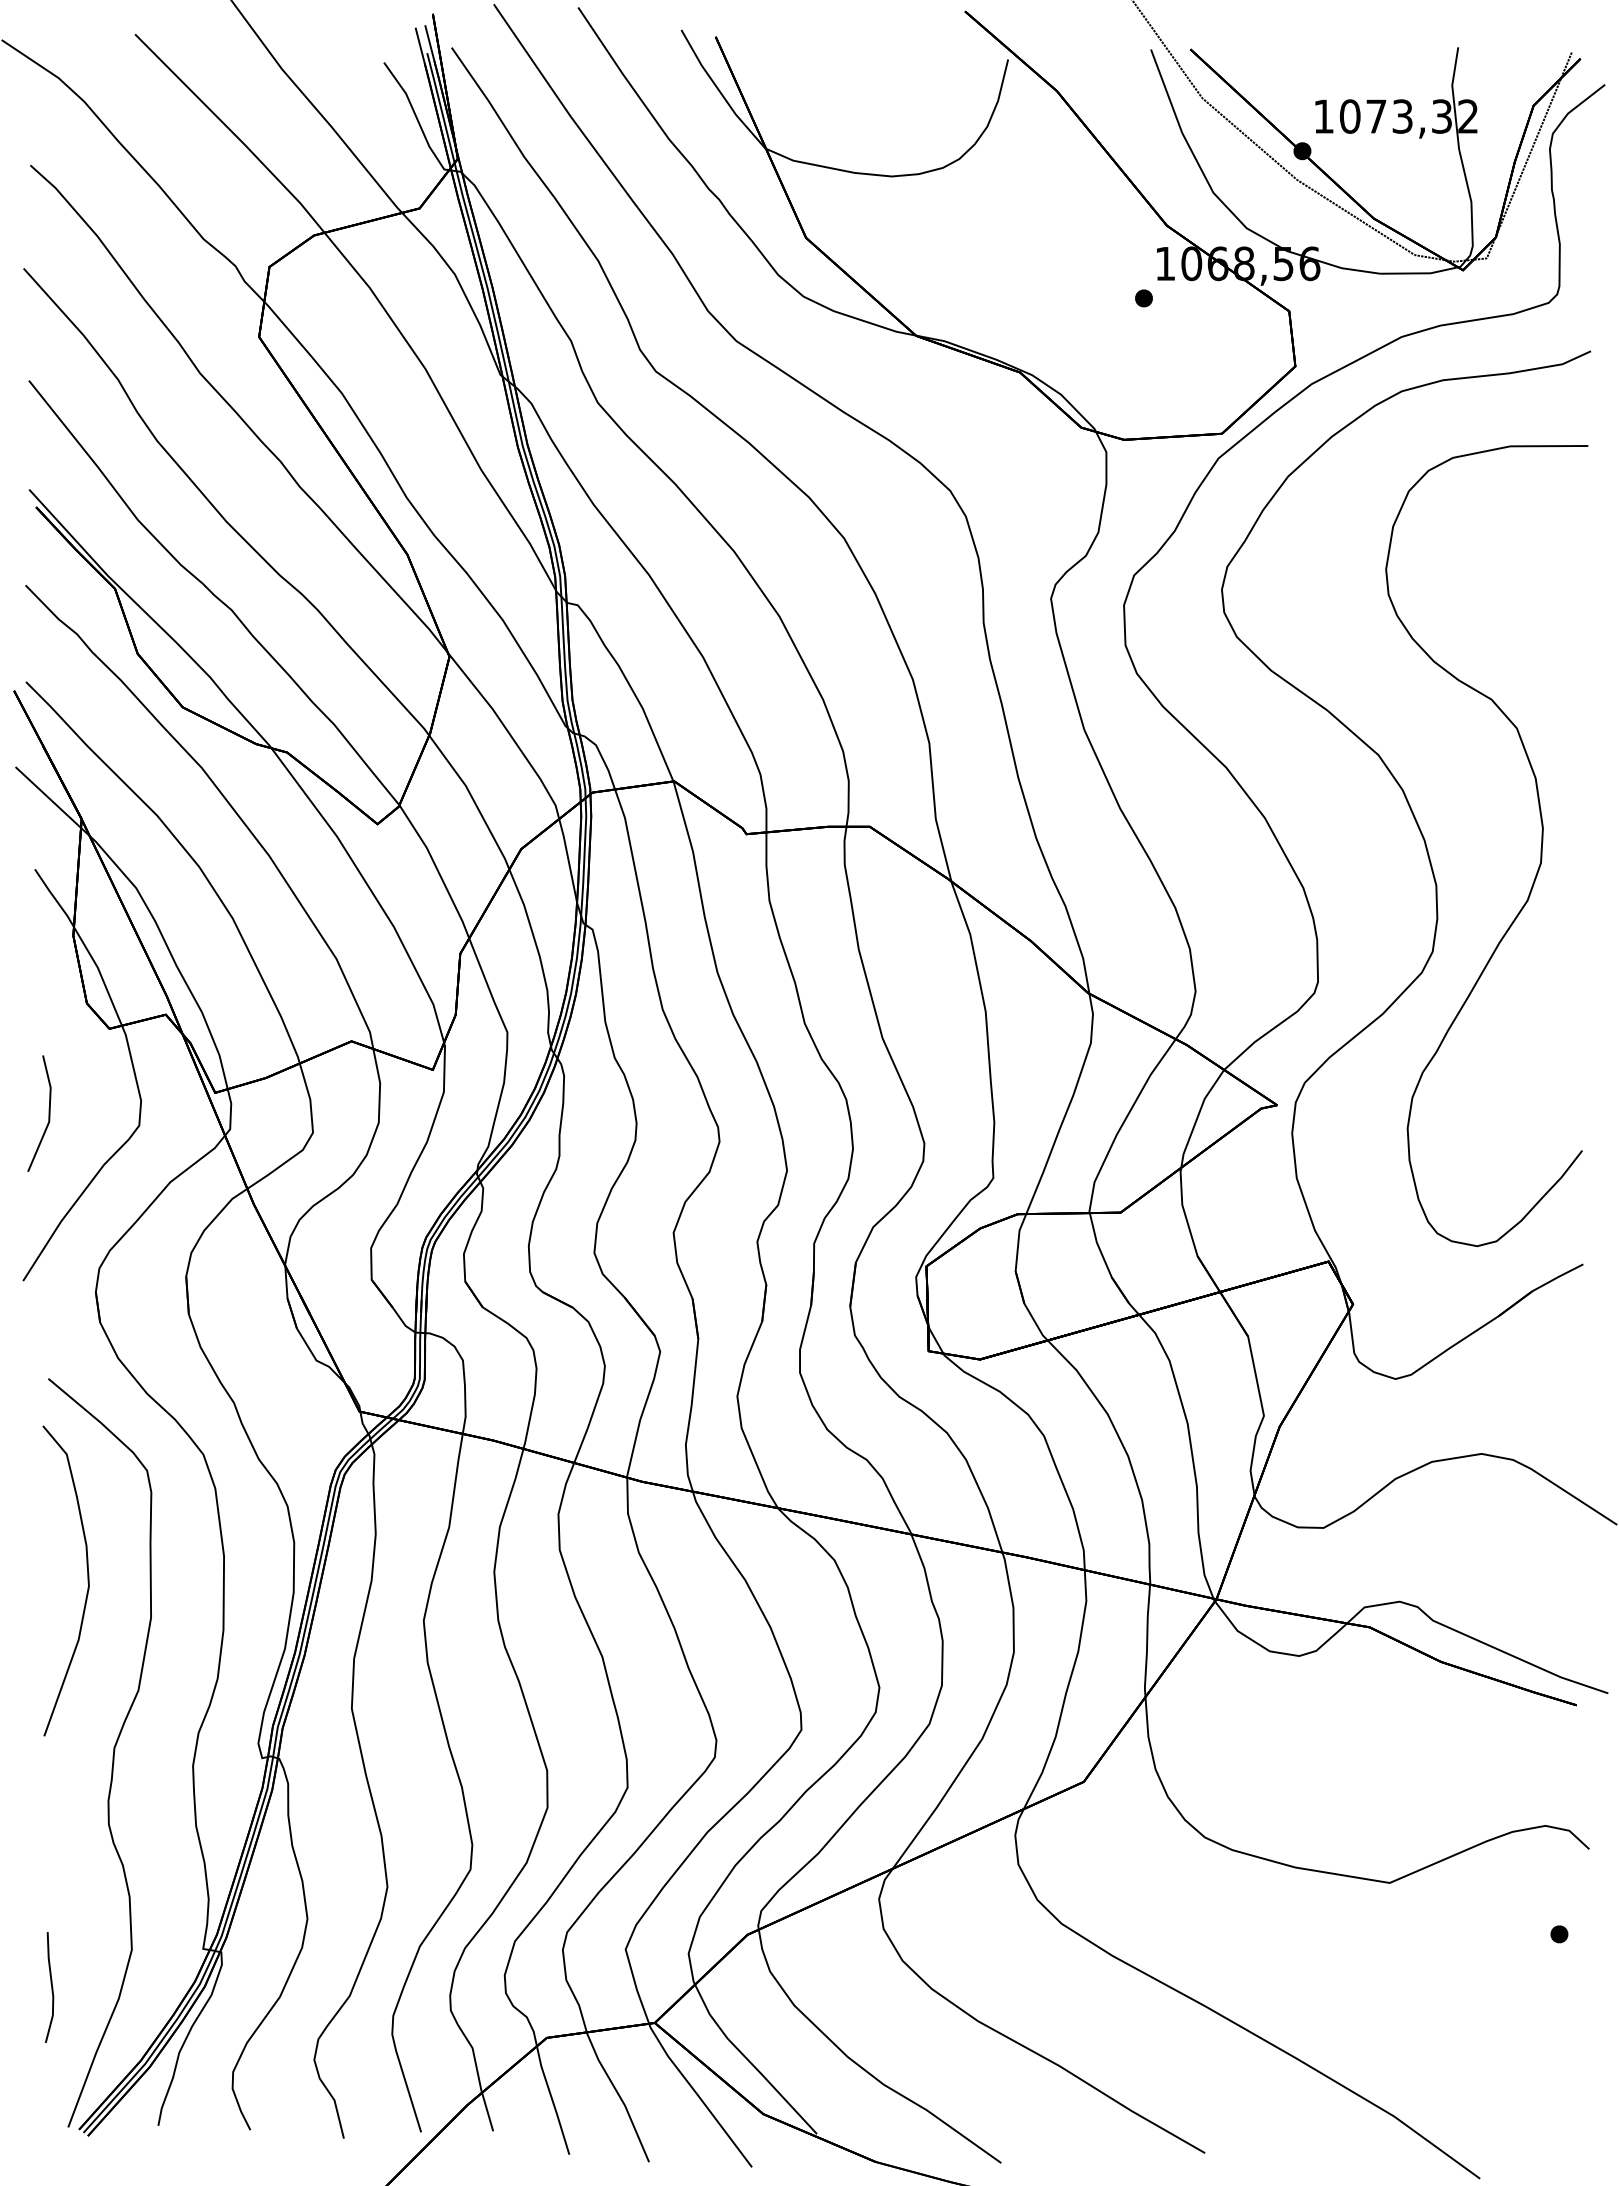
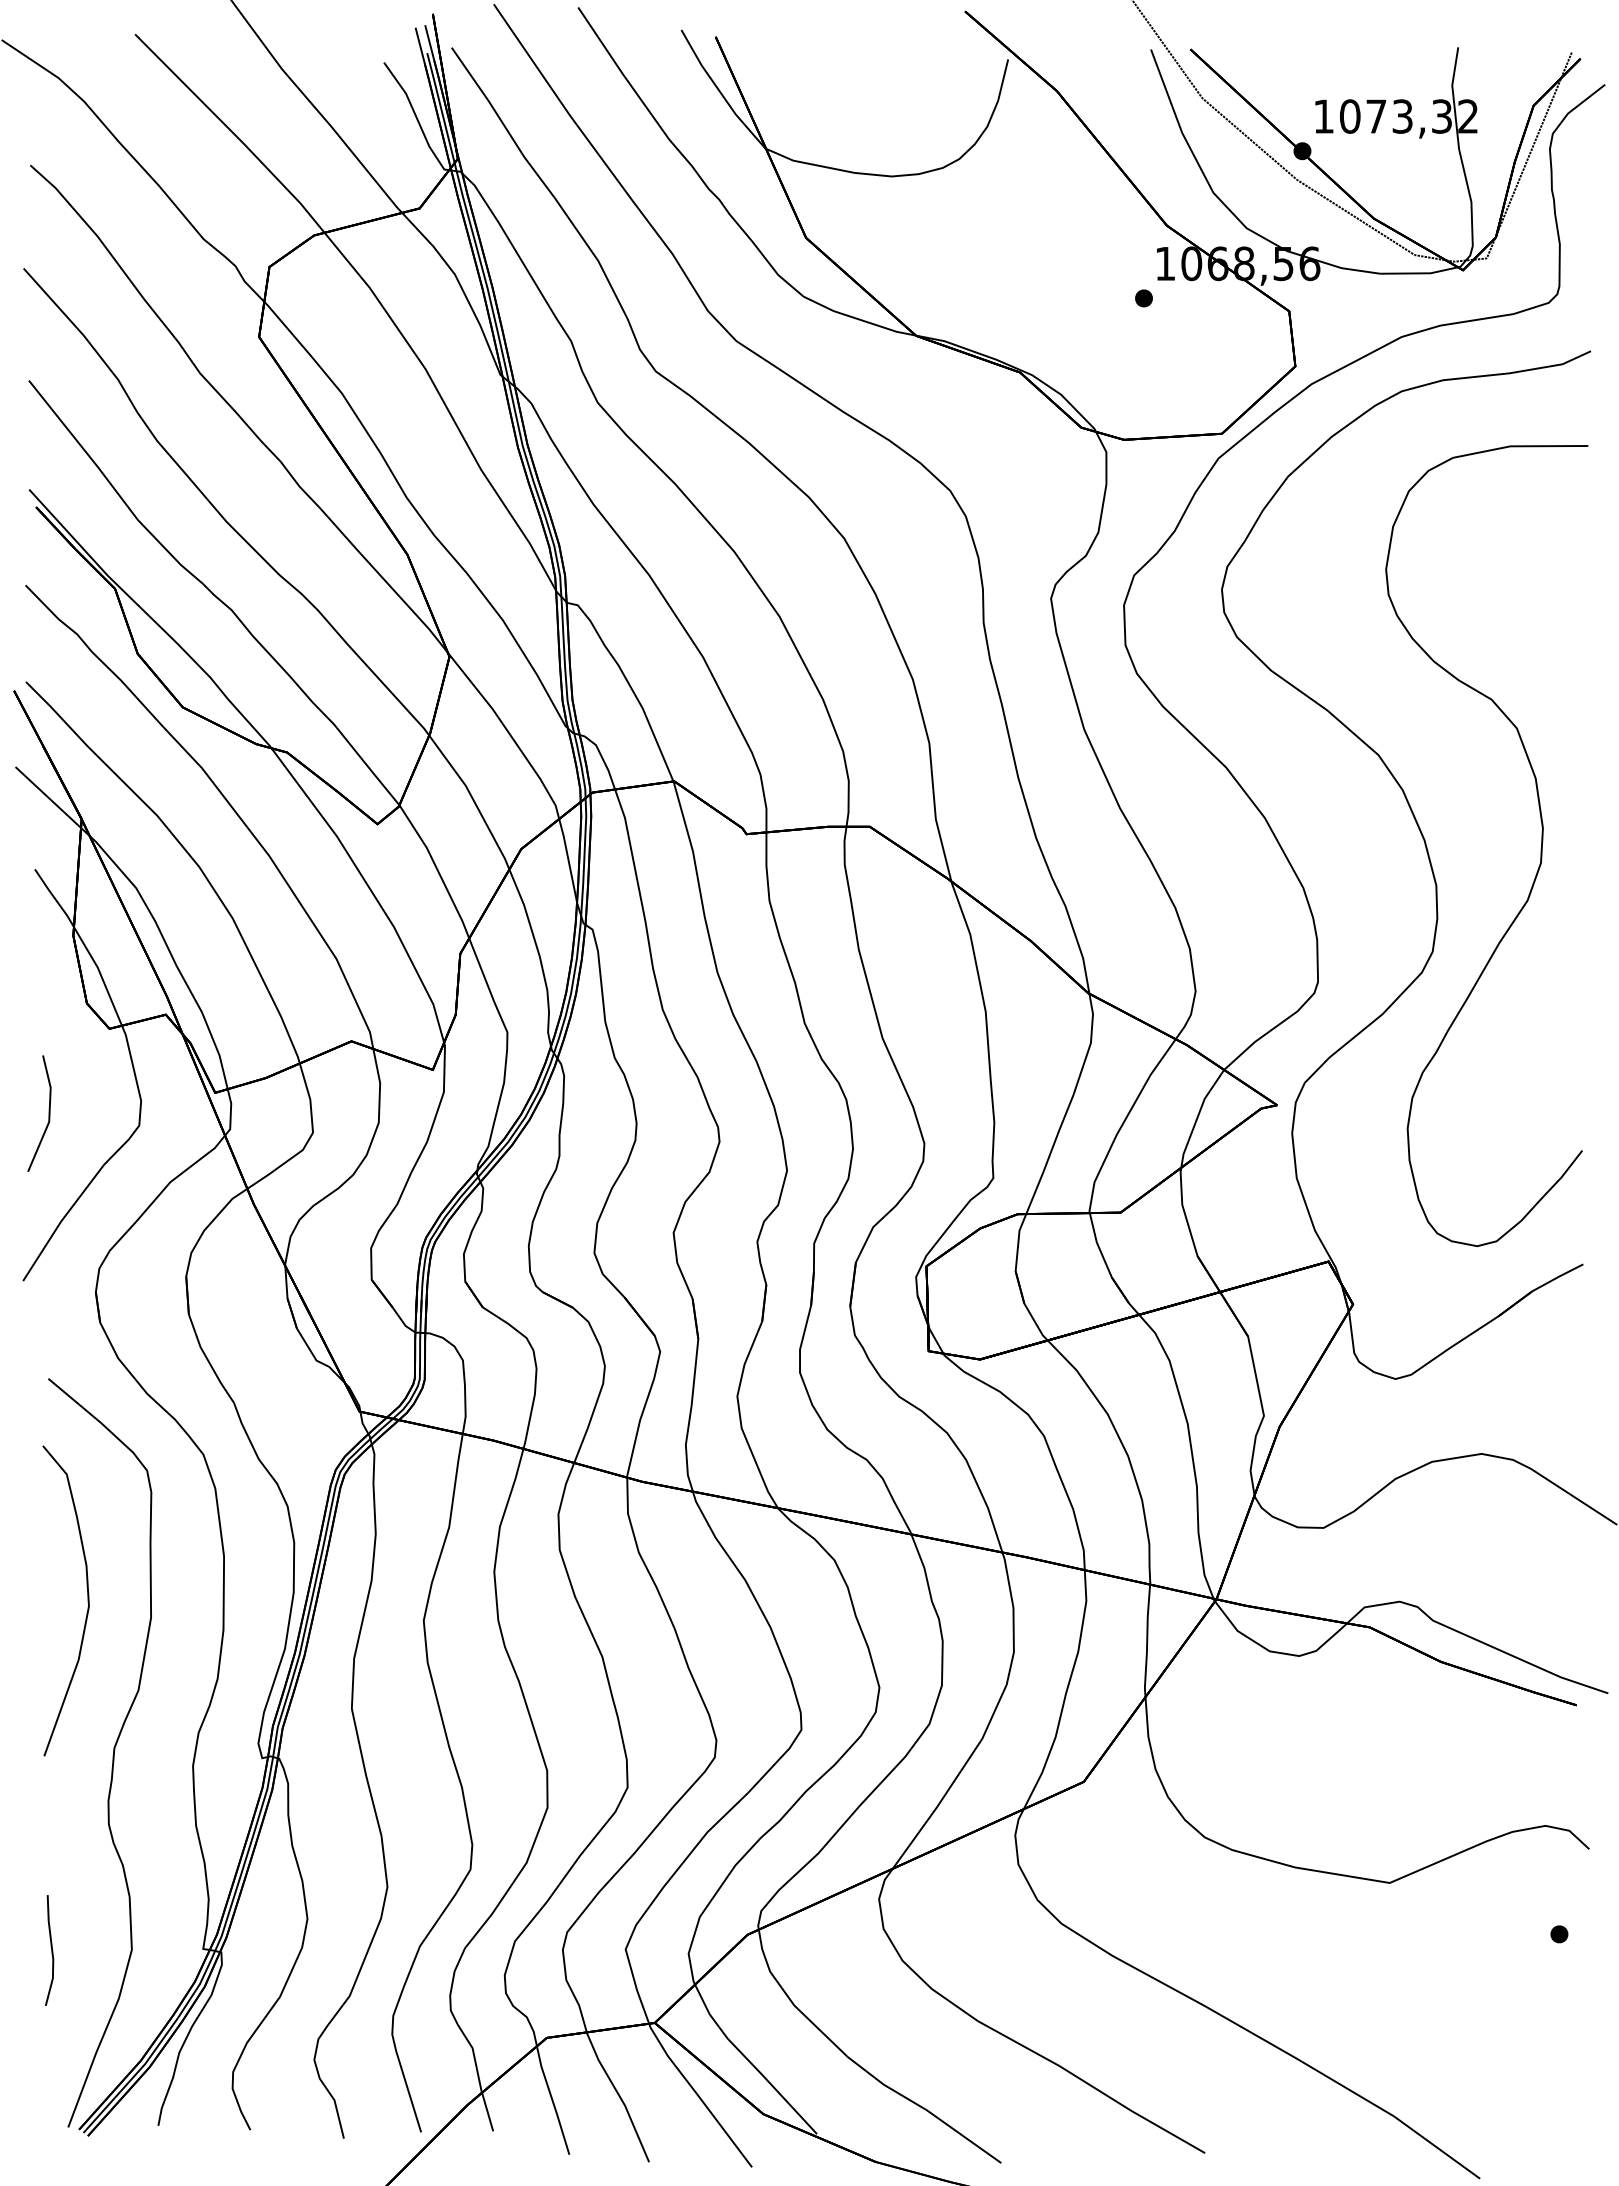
curve at (87, 1580) position: (87, 1580) -> (87, 1600)
line at (51, 1987) position: (51, 1987) -> (51, 1950)
